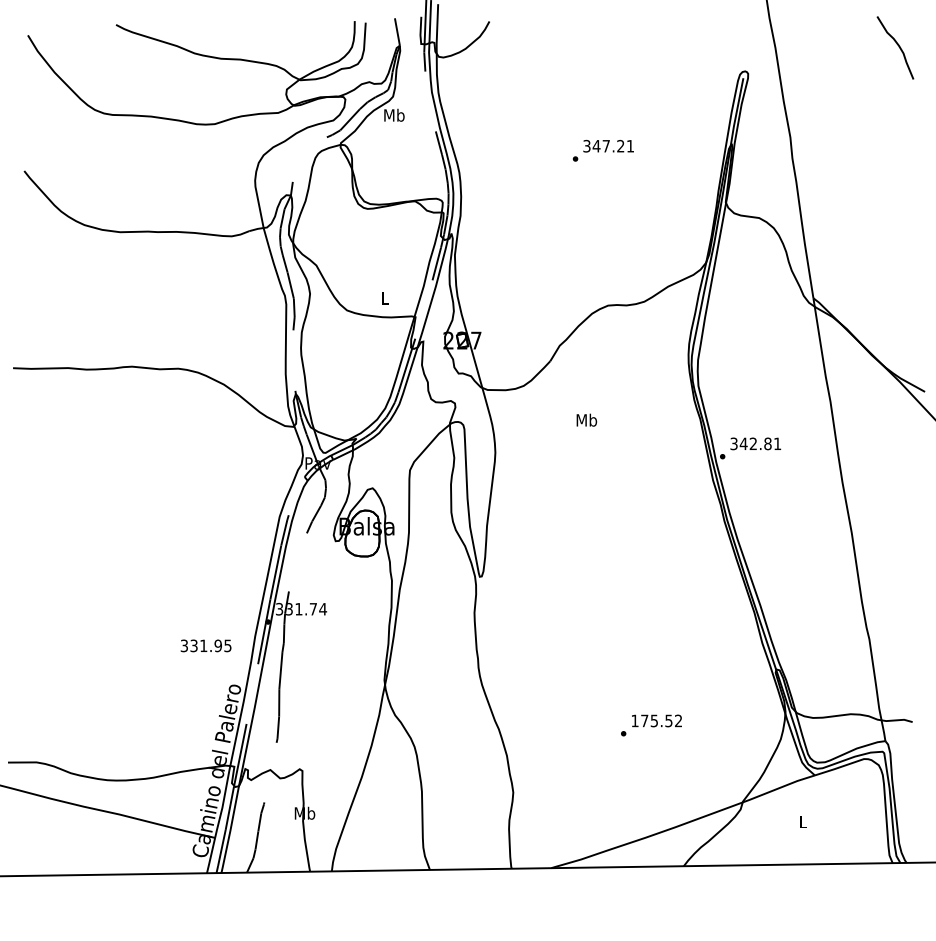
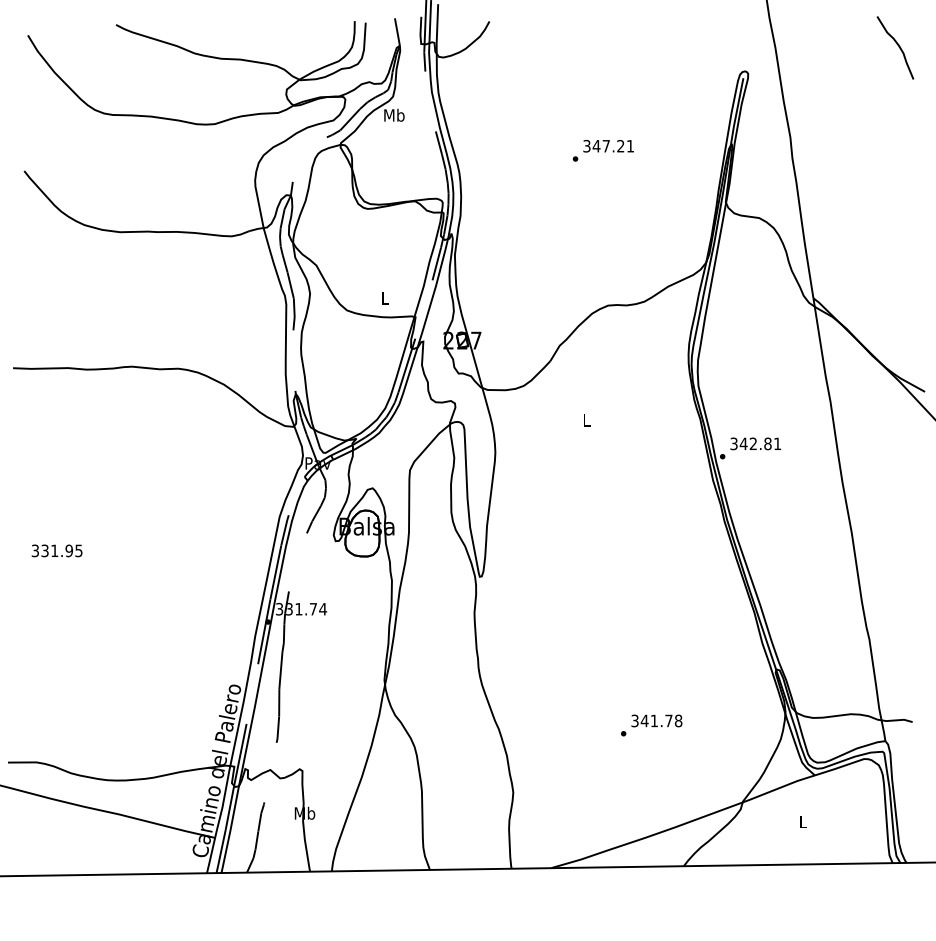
text at (586, 419): Mb -> L
text at (205, 645) position: (205, 645) -> (56, 550)
text at (656, 720): 175.52 -> 341.78
